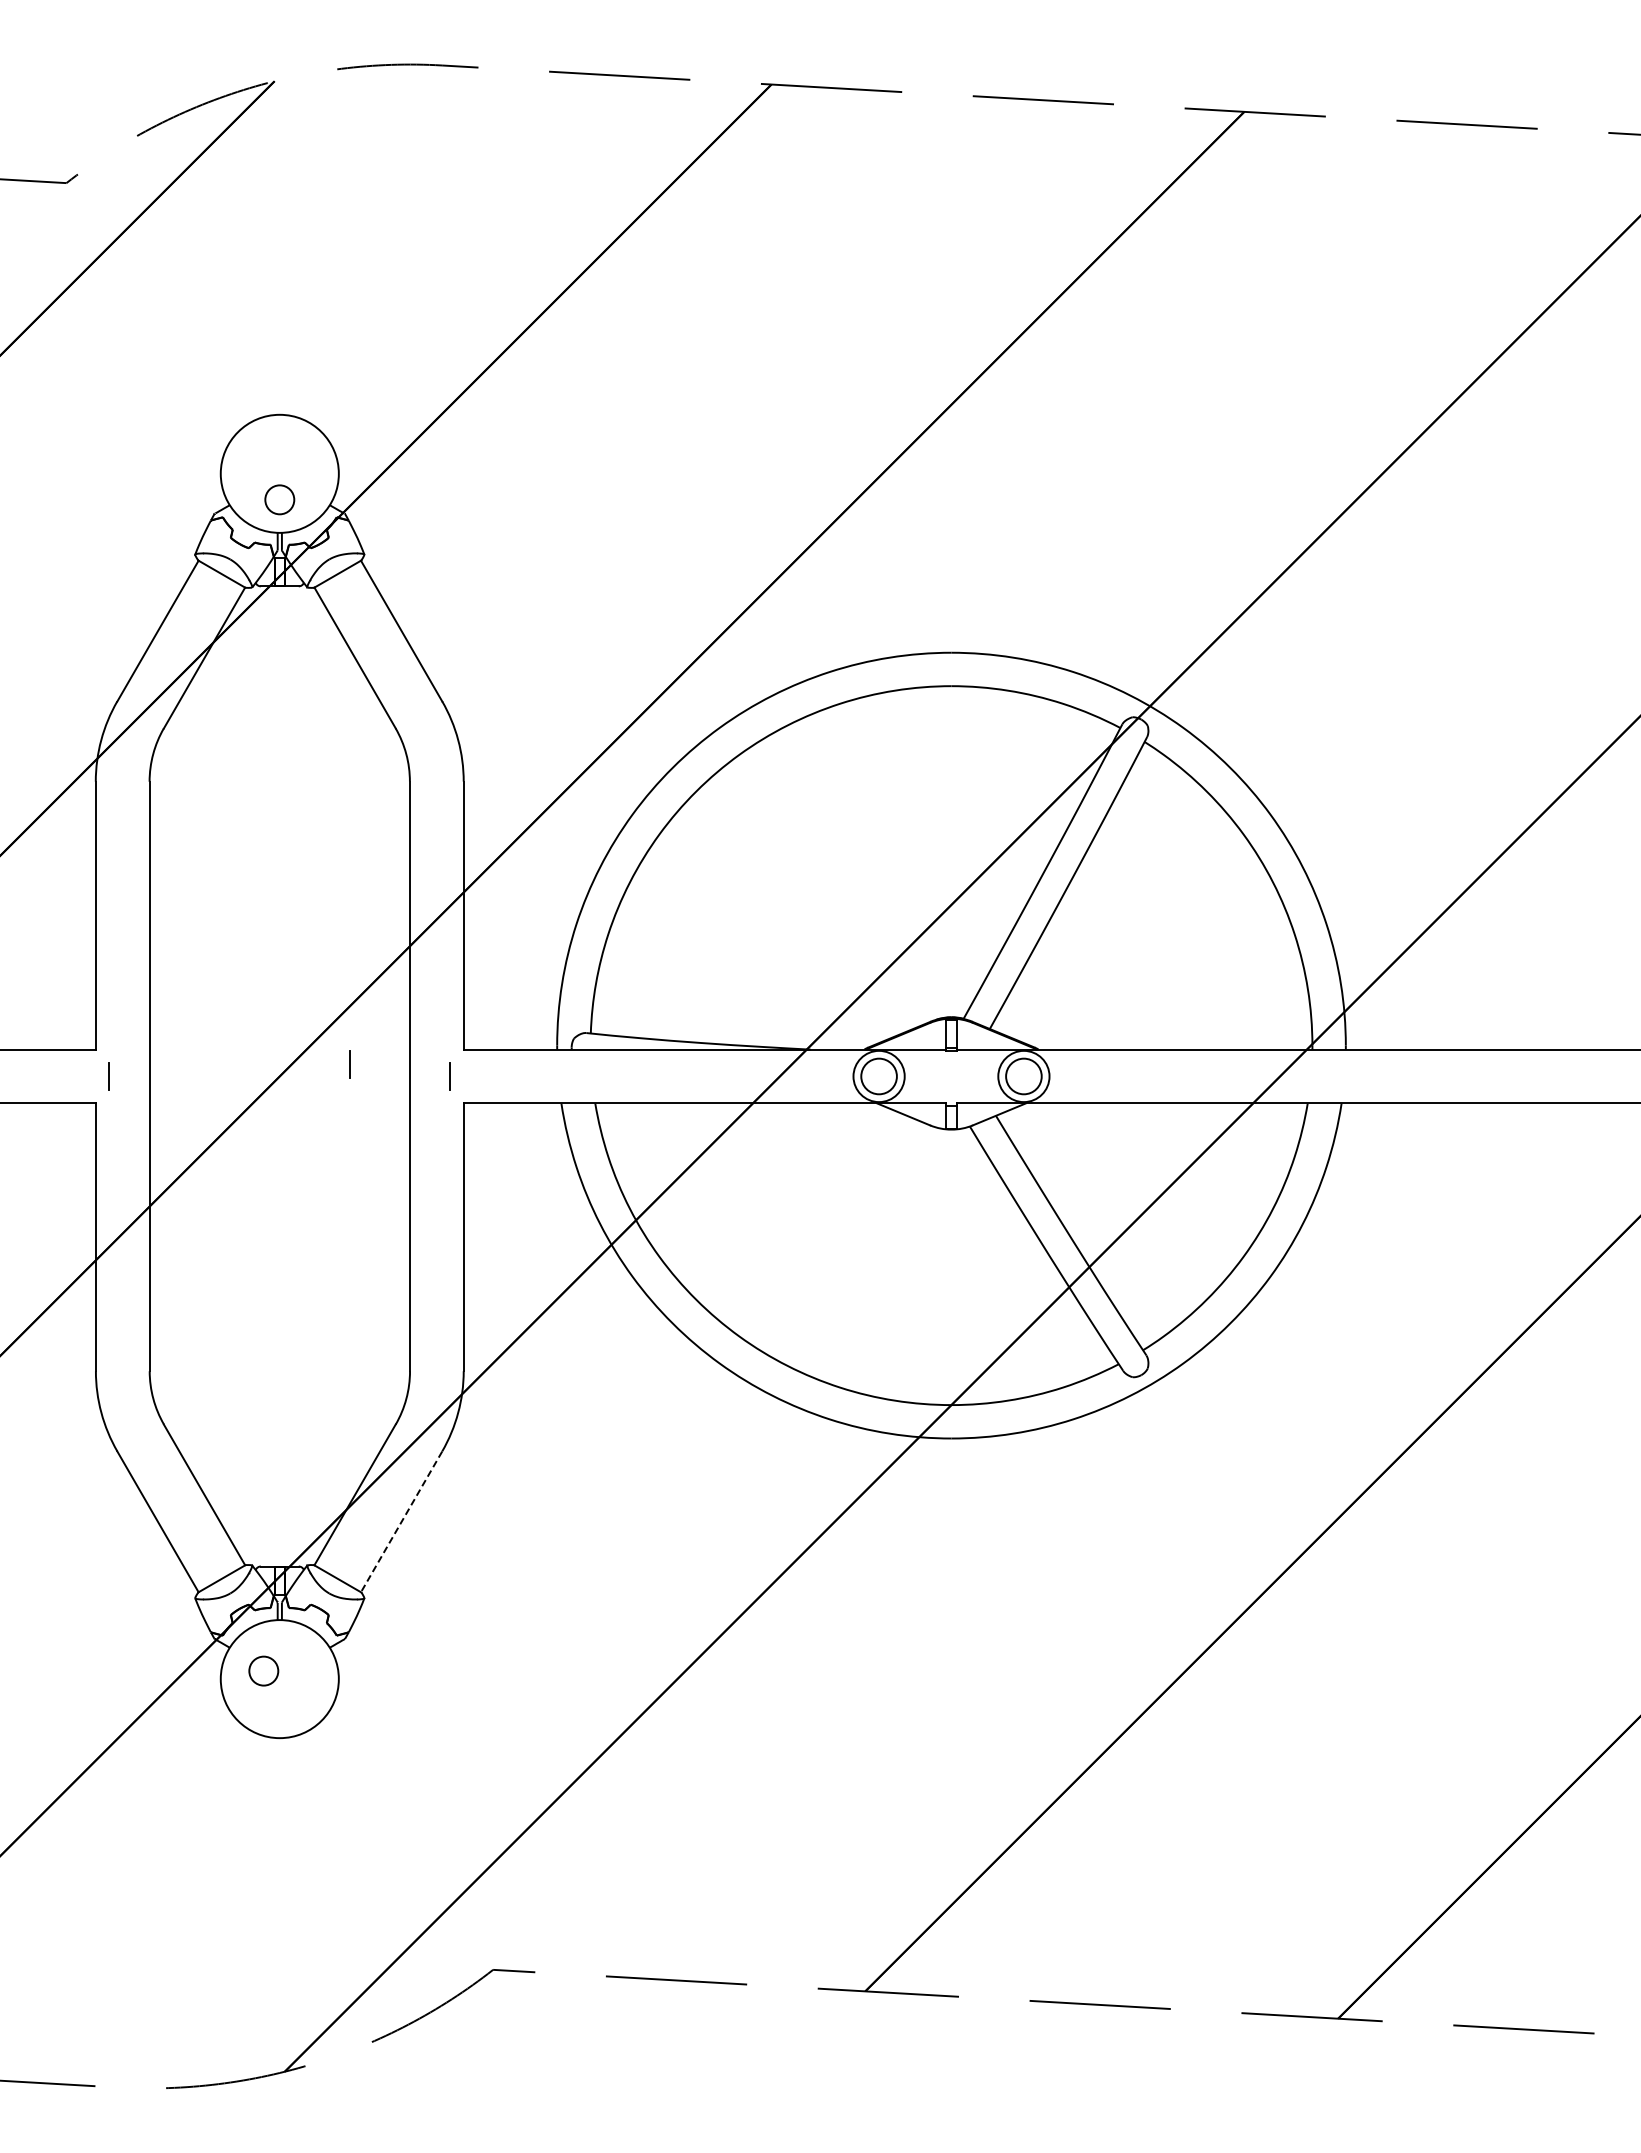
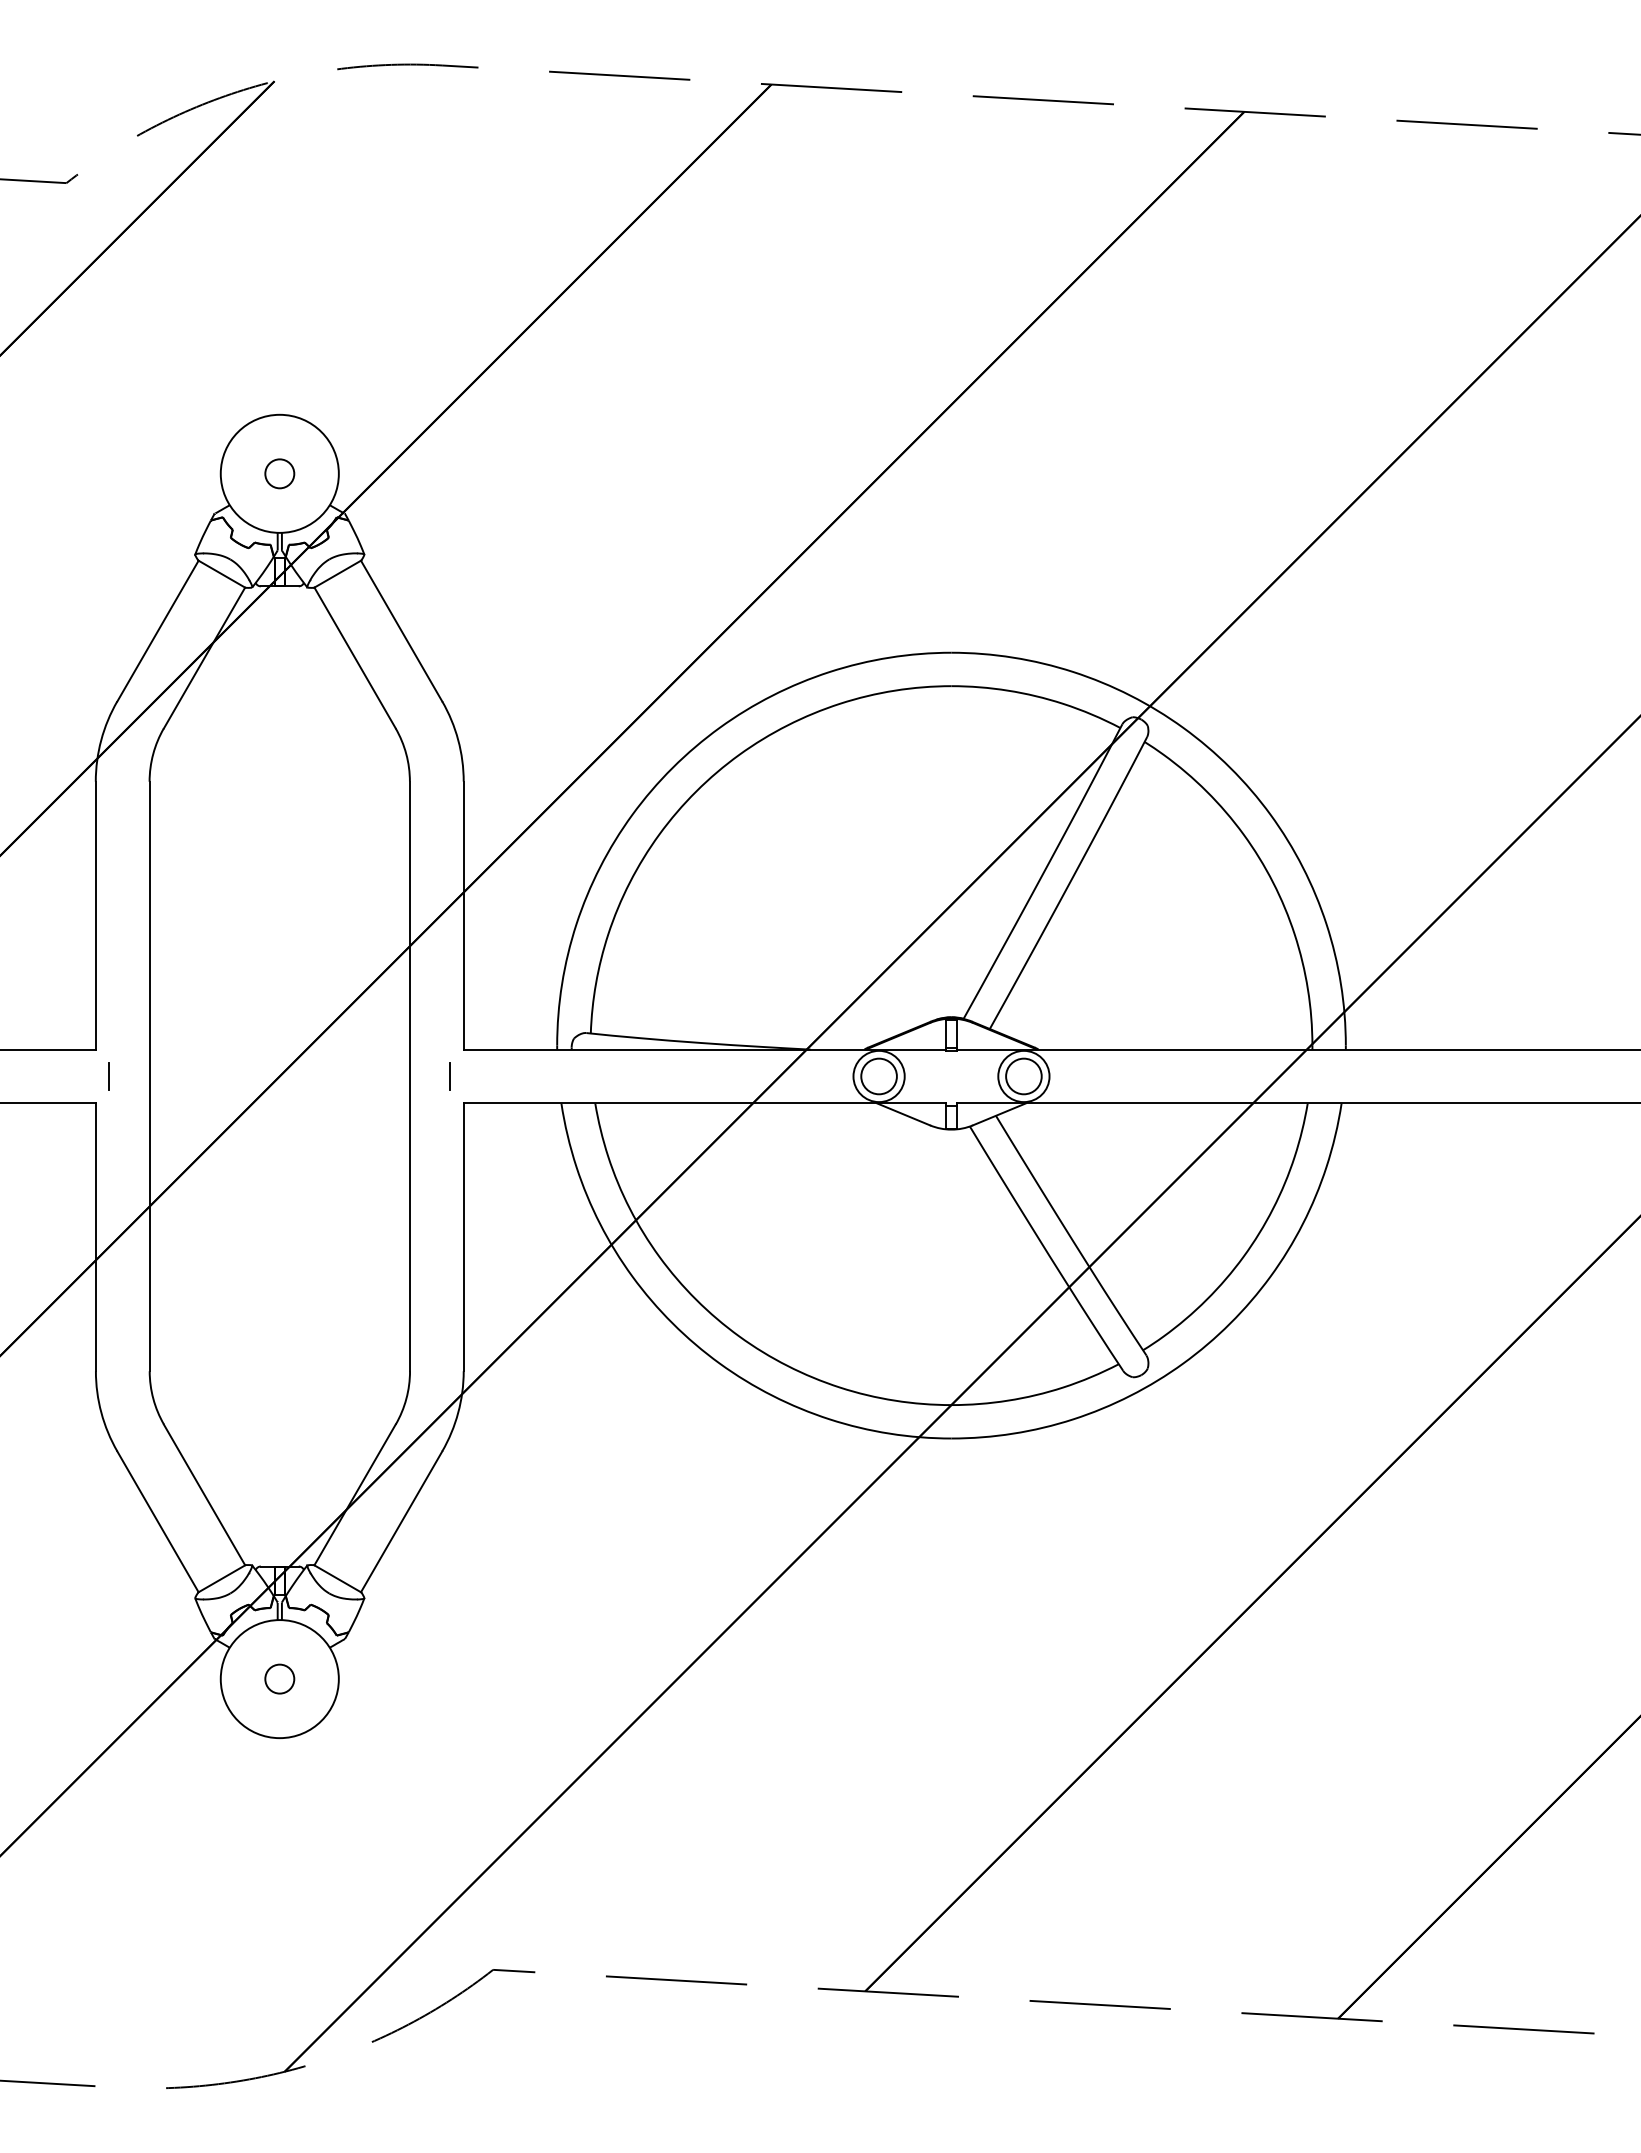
circle at (279, 499) position: (279, 499) -> (279, 473)
line at (349, 1064): present -> none
line at (401, 1522): dashed -> solid
circle at (263, 1670) position: (263, 1670) -> (279, 1678)
